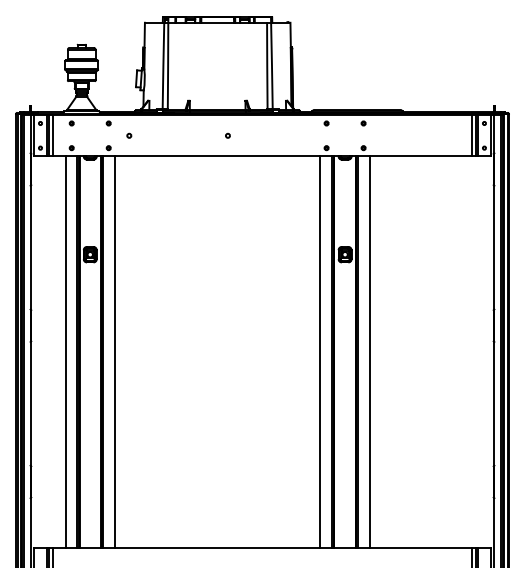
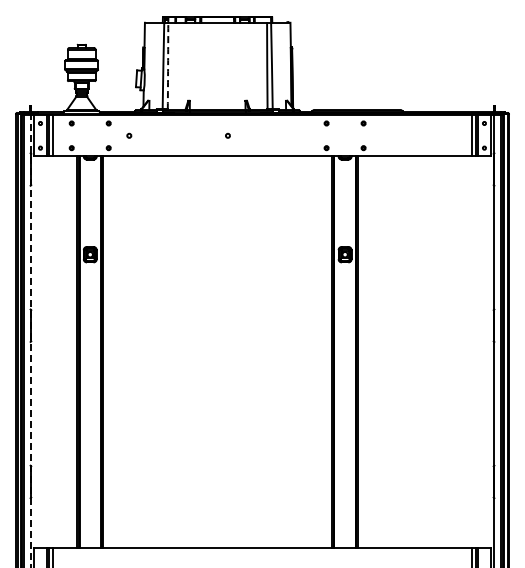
arc at (168, 65): solid -> dashed
line at (30, 340): solid -> dashed
line at (65, 351): present -> none
line at (114, 351): present -> none
line at (320, 351): present -> none
line at (369, 351): present -> none
